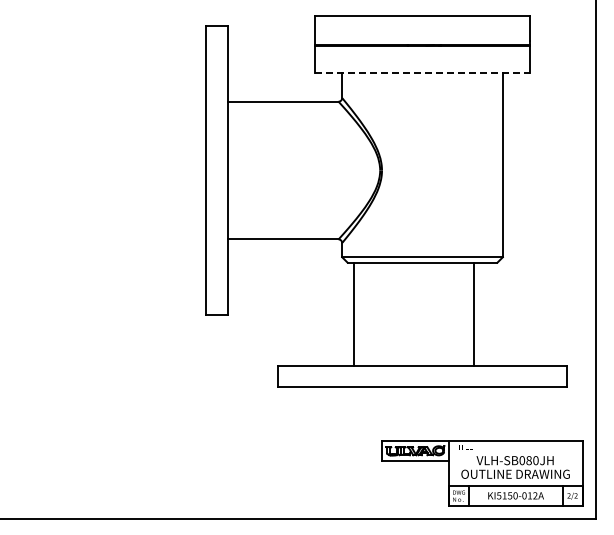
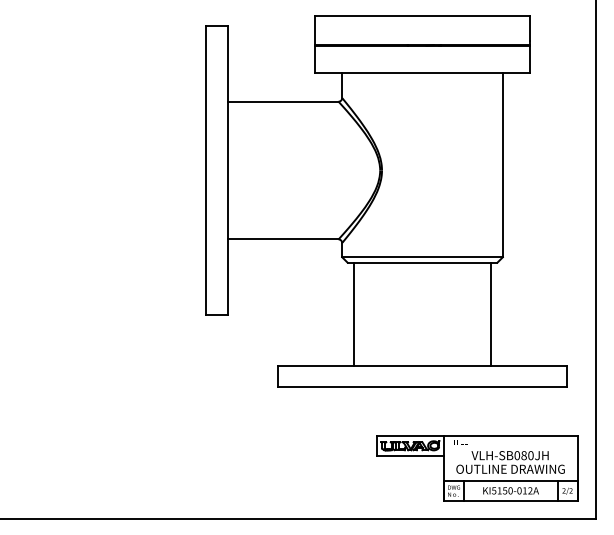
line at (423, 73): dashed -> solid
line at (474, 313) position: (474, 313) -> (491, 313)
part at (482, 473) position: (482, 473) -> (477, 468)
